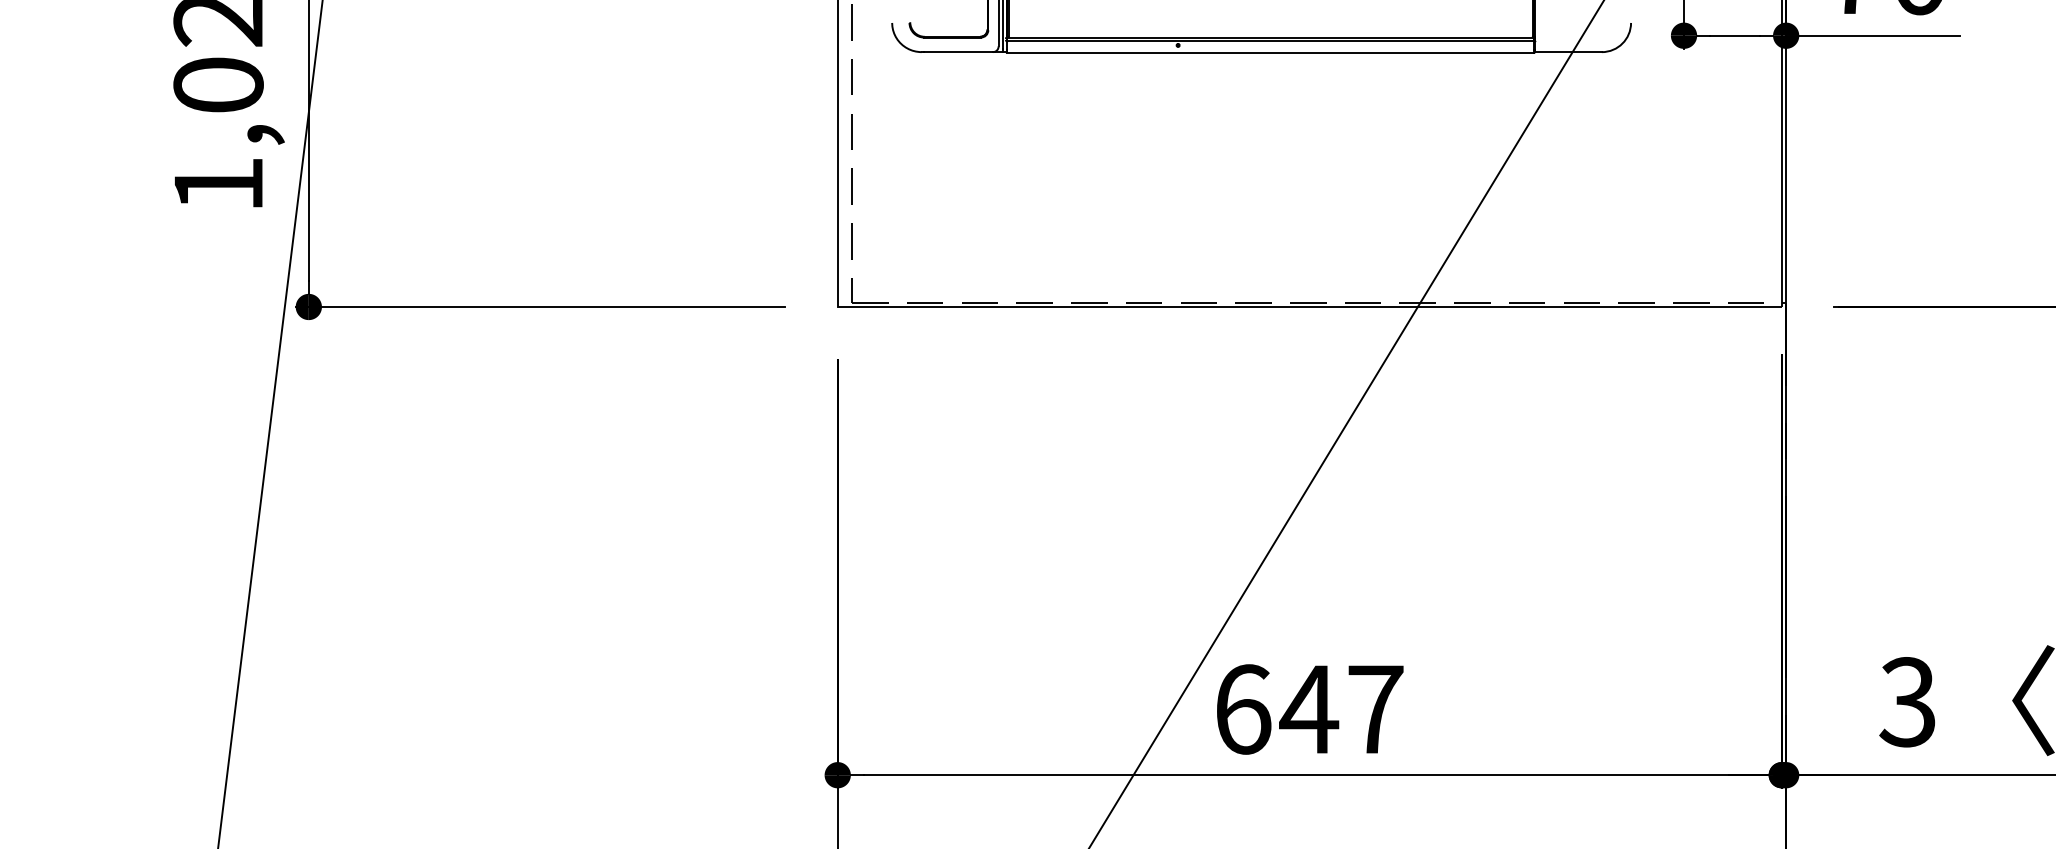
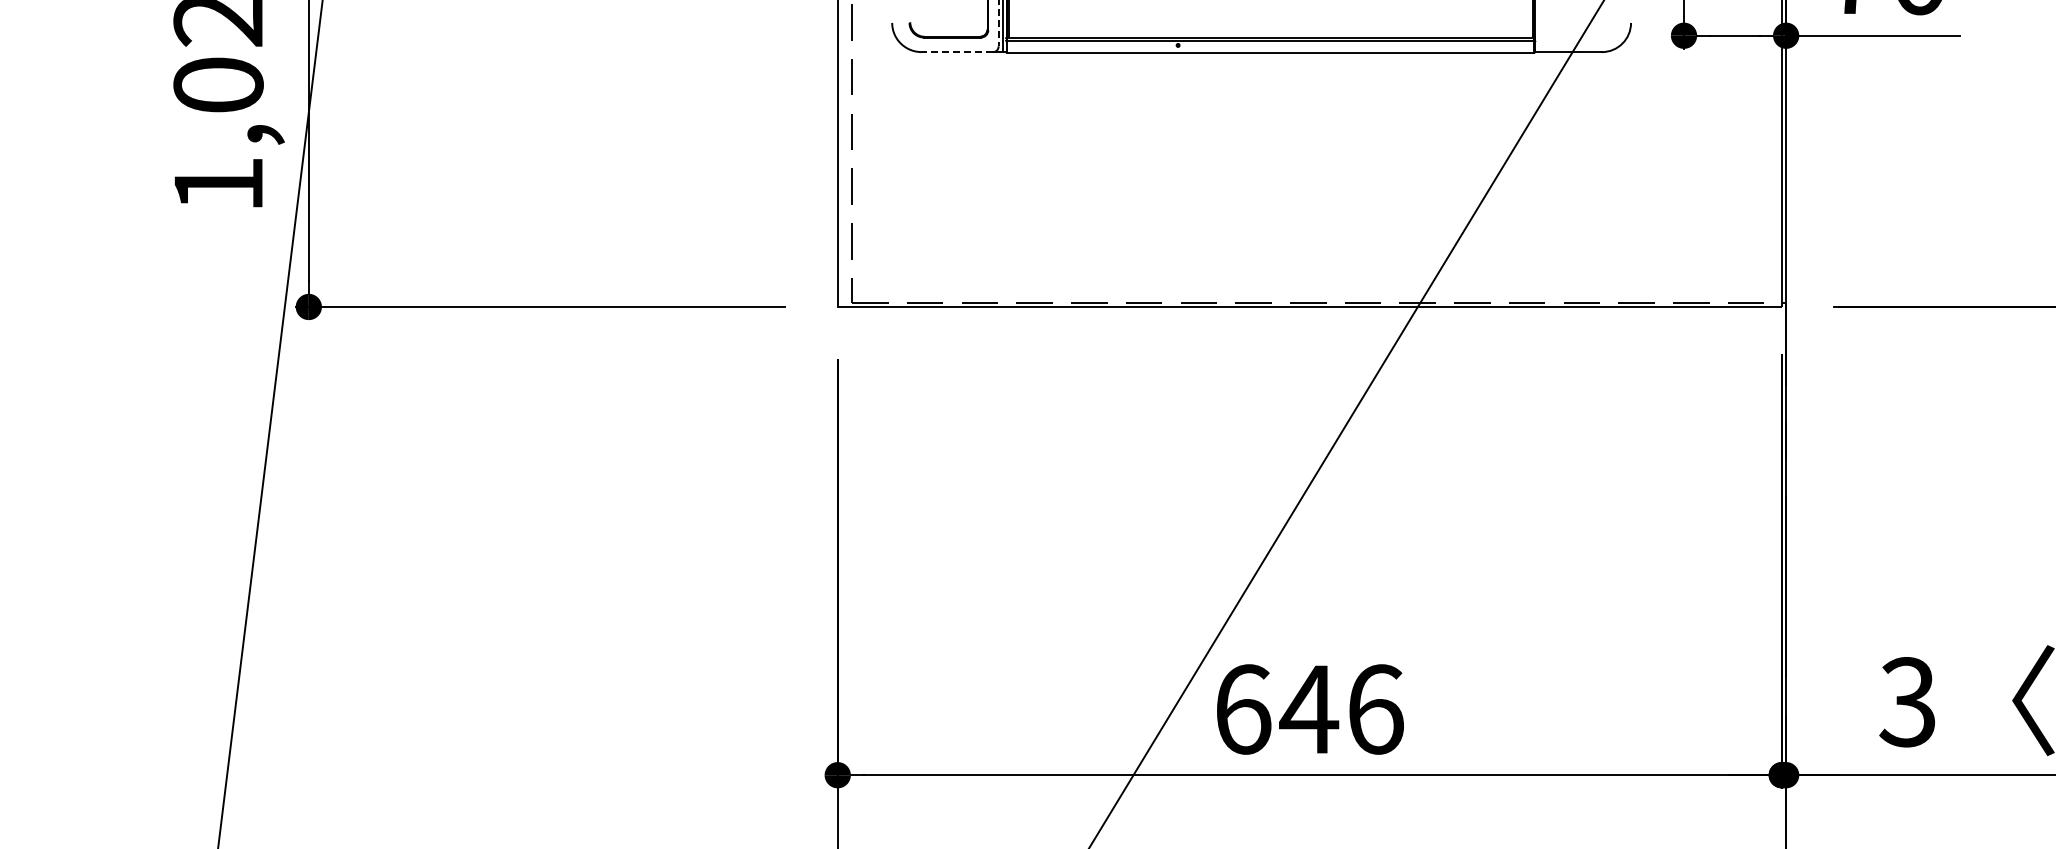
line at (998, 23): solid -> dashed
line at (958, 52): solid -> dashed
text at (1375, 709): 647 -> 646
